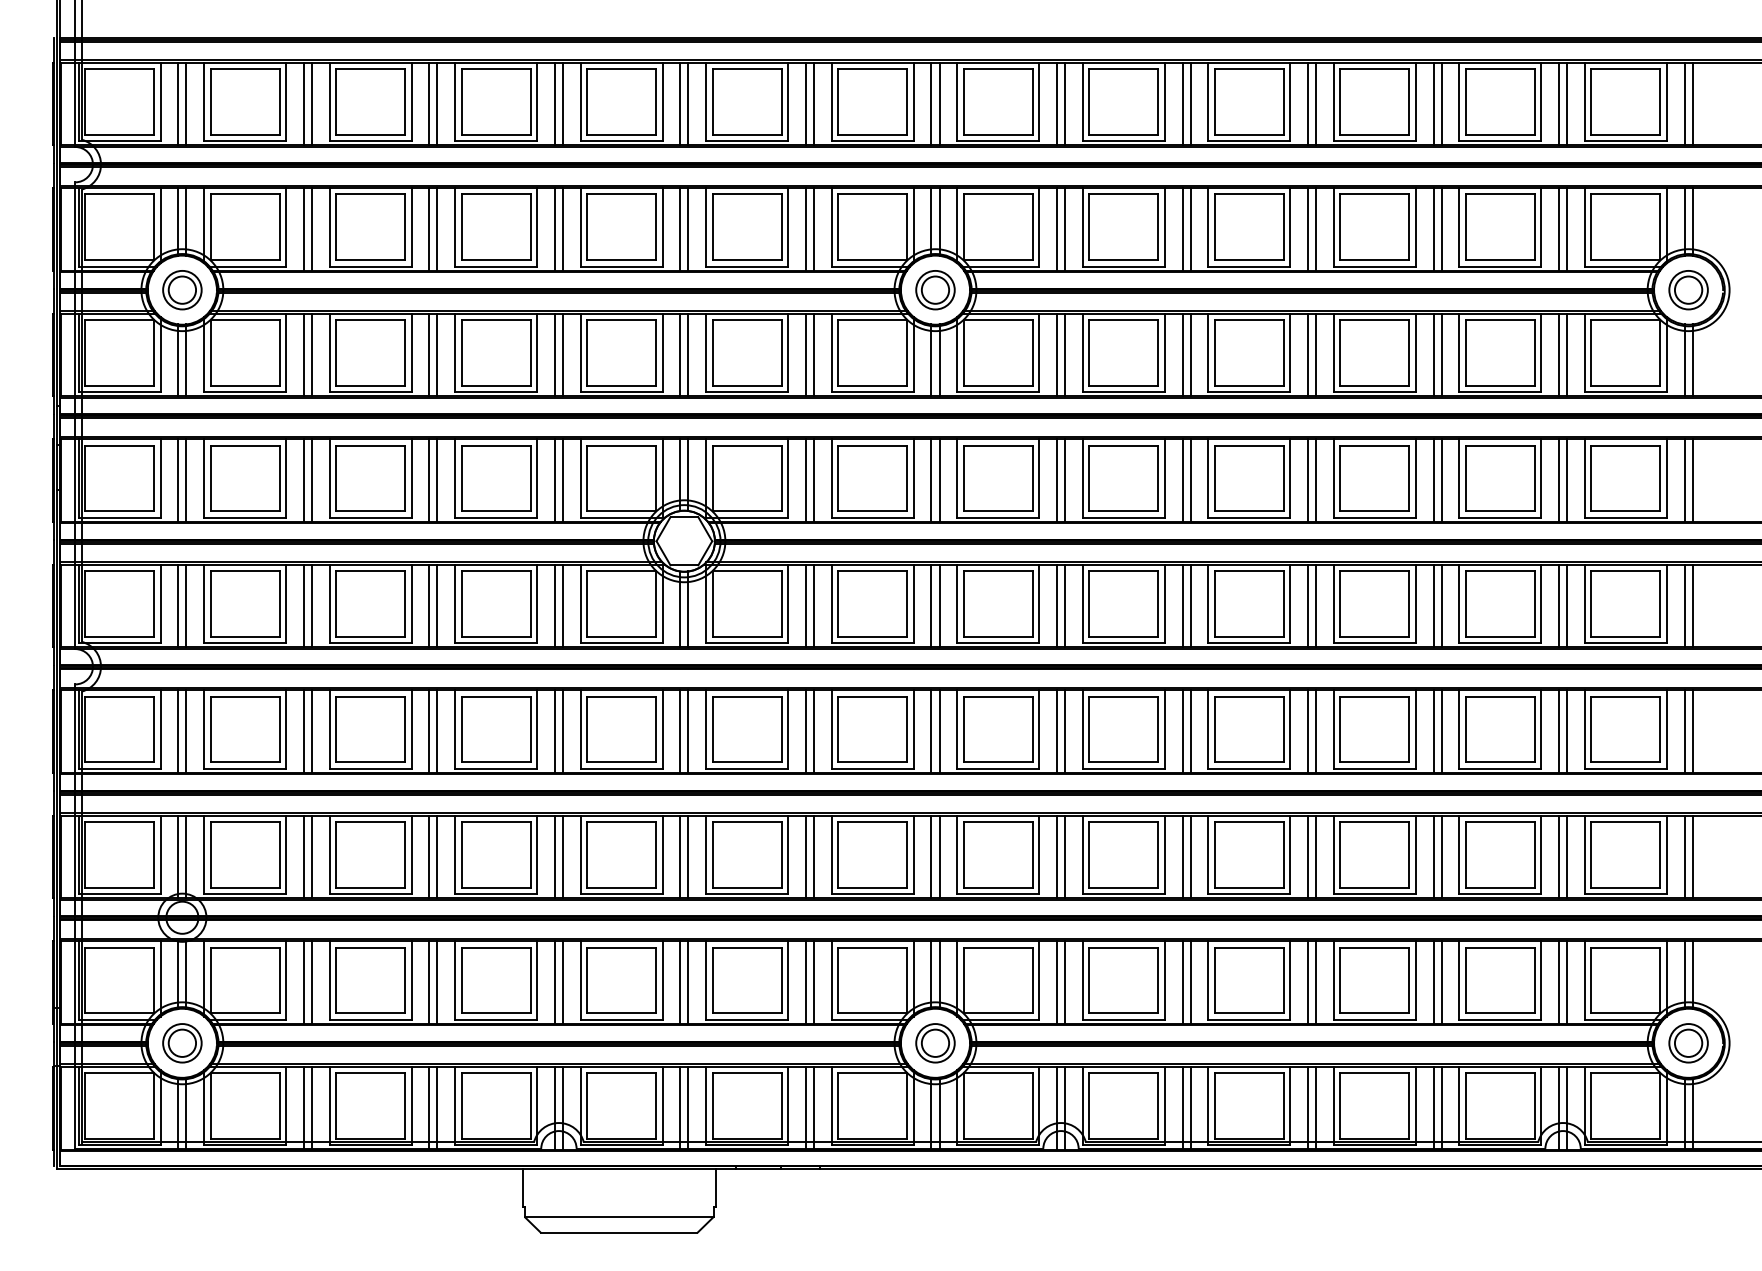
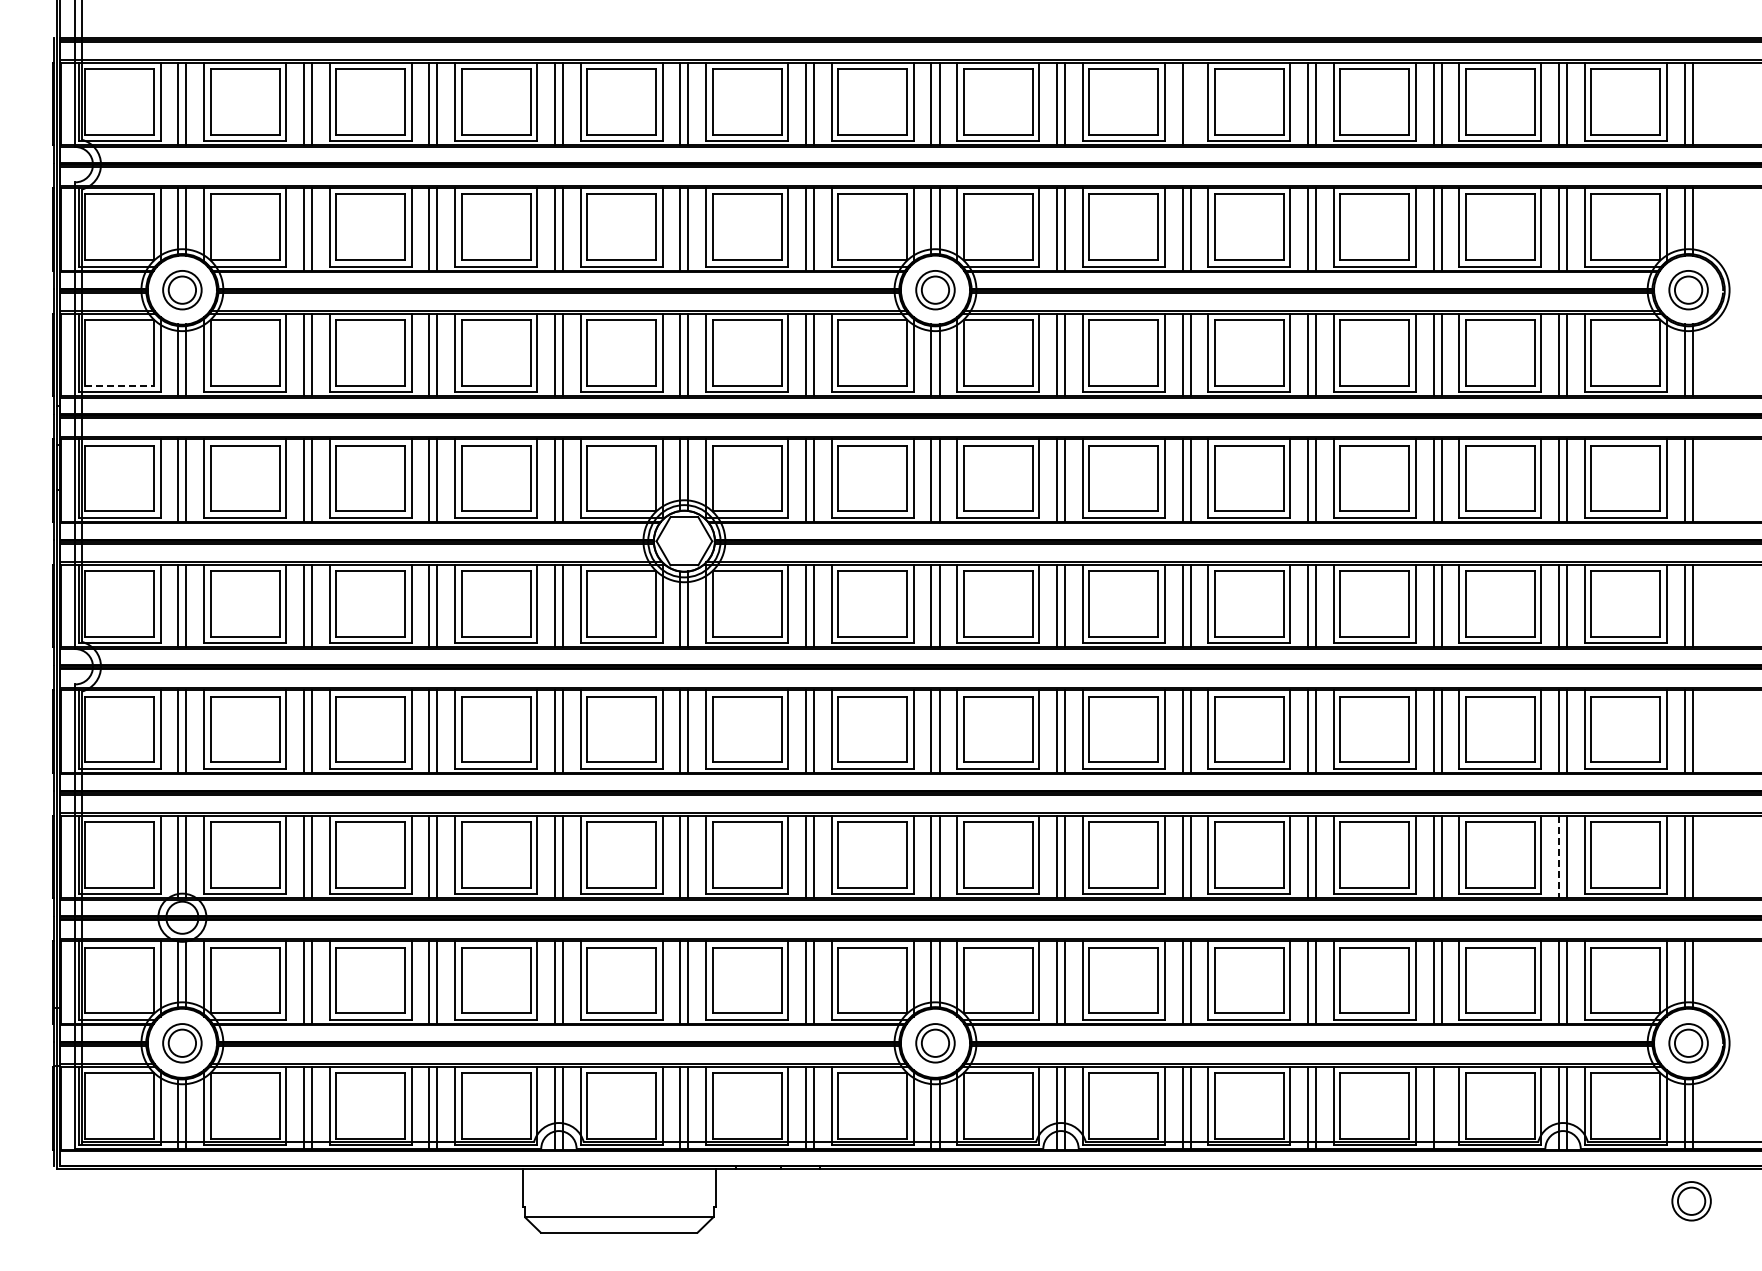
line at (1190, 103): present -> none
line at (119, 385): solid -> dashed
line at (1559, 857): solid -> dashed
line at (1441, 1107): present -> none
part at (1691, 1201): none -> present
